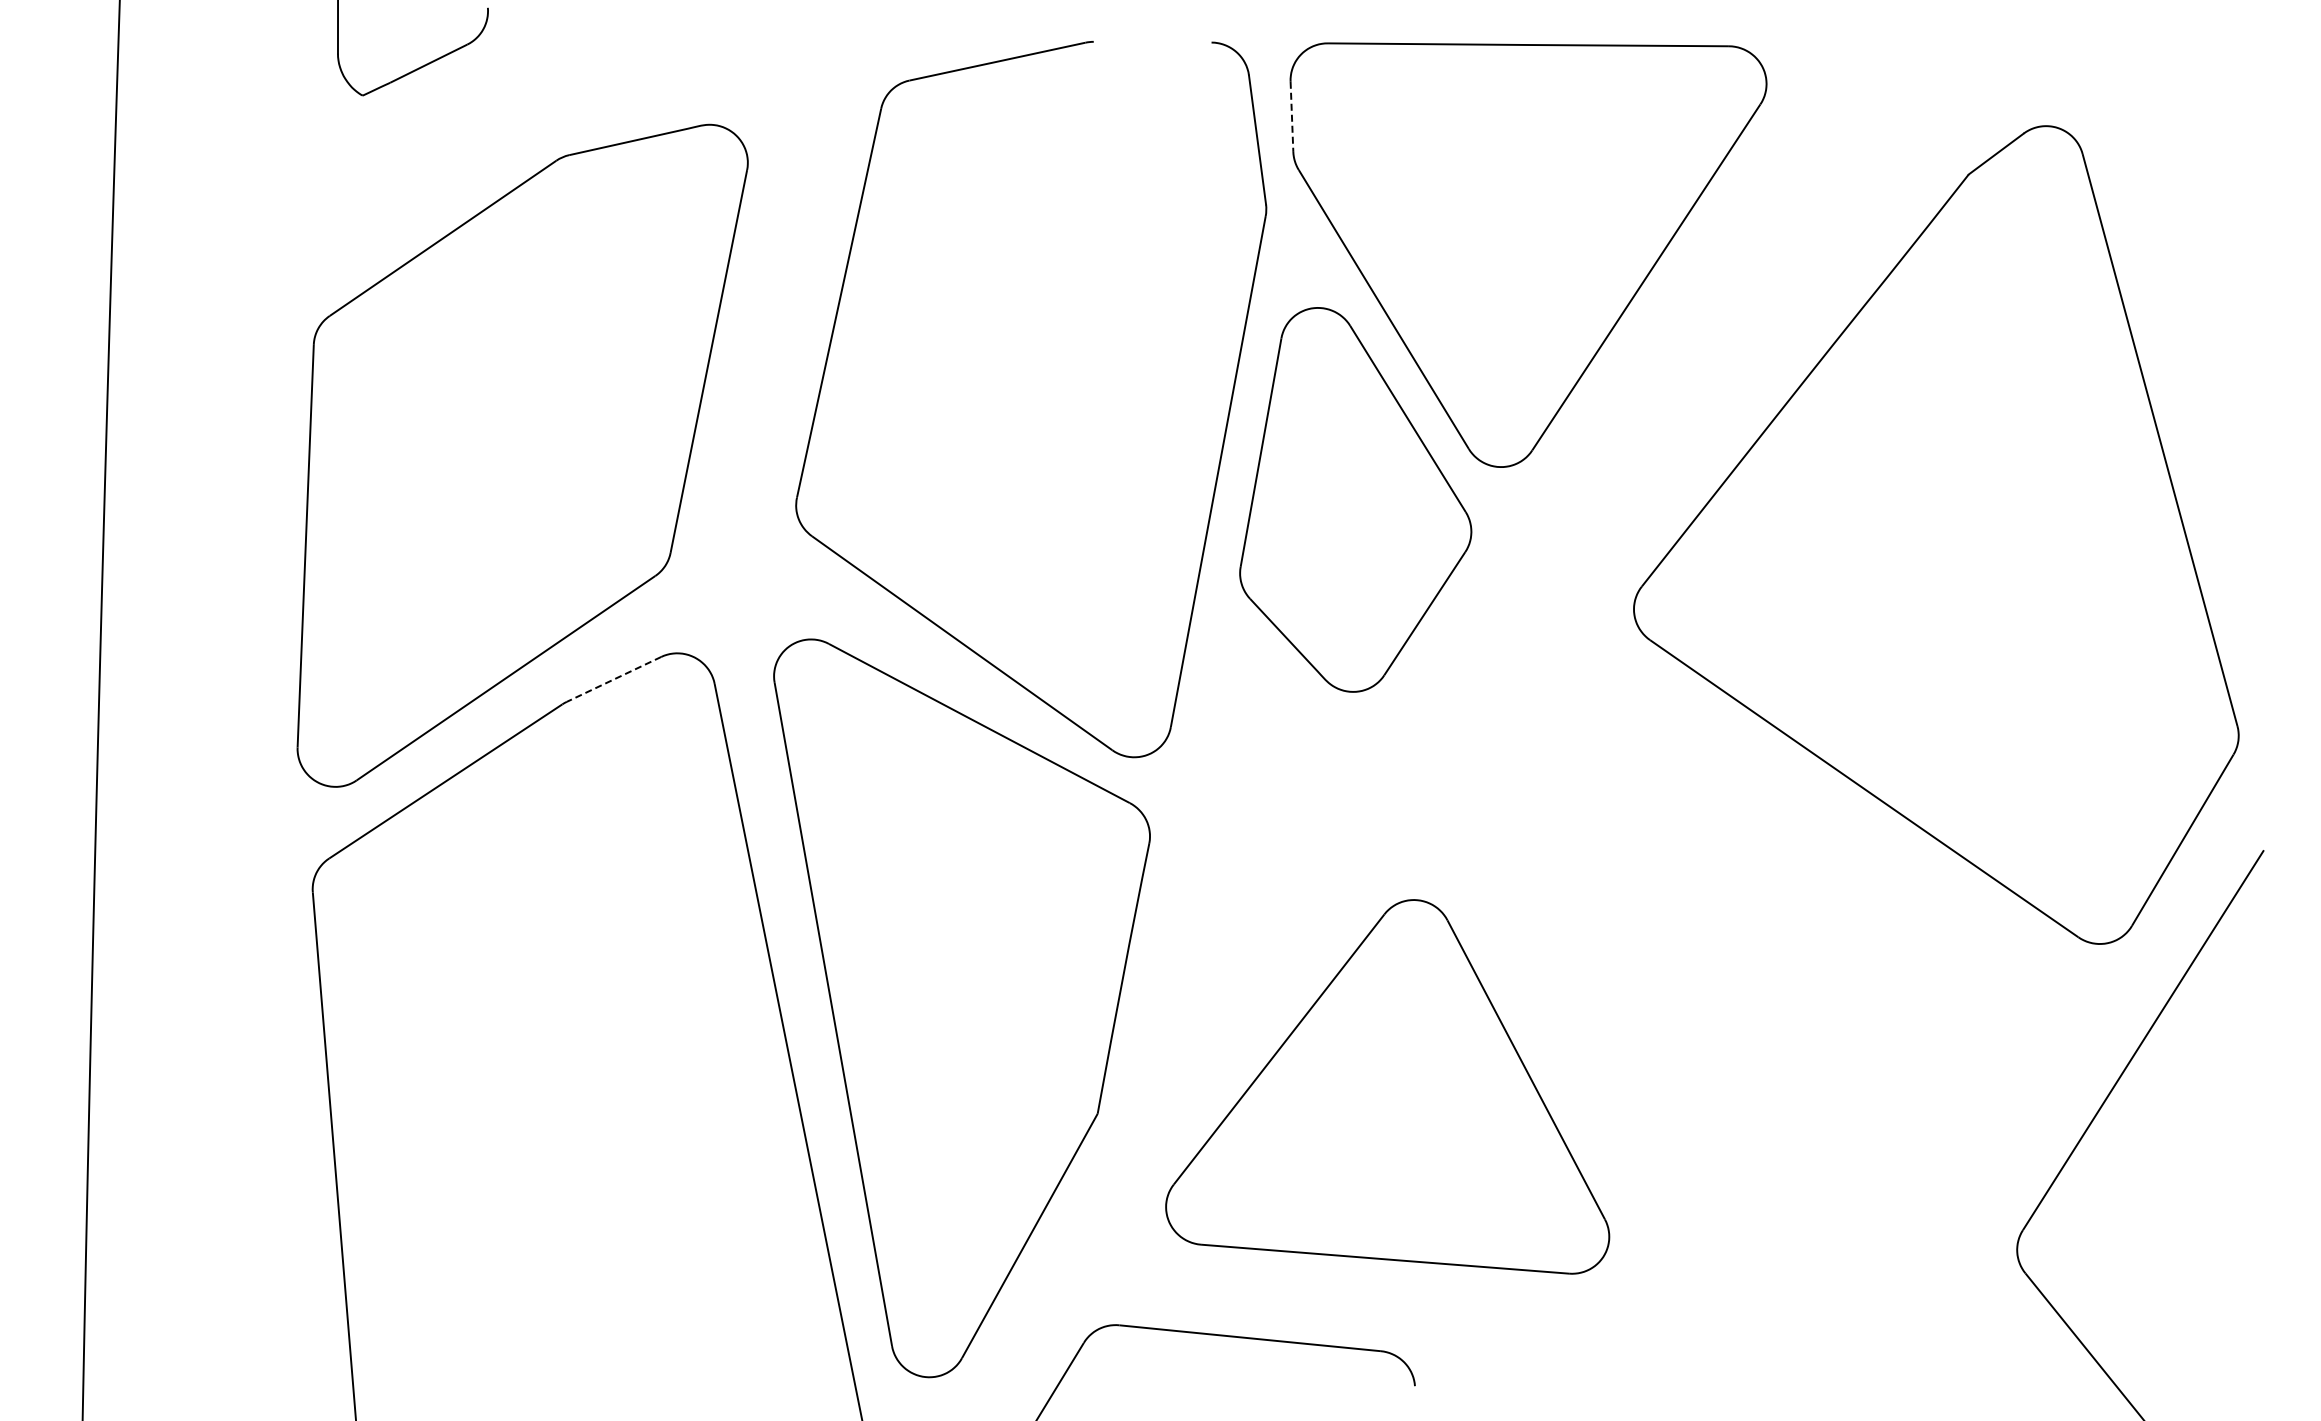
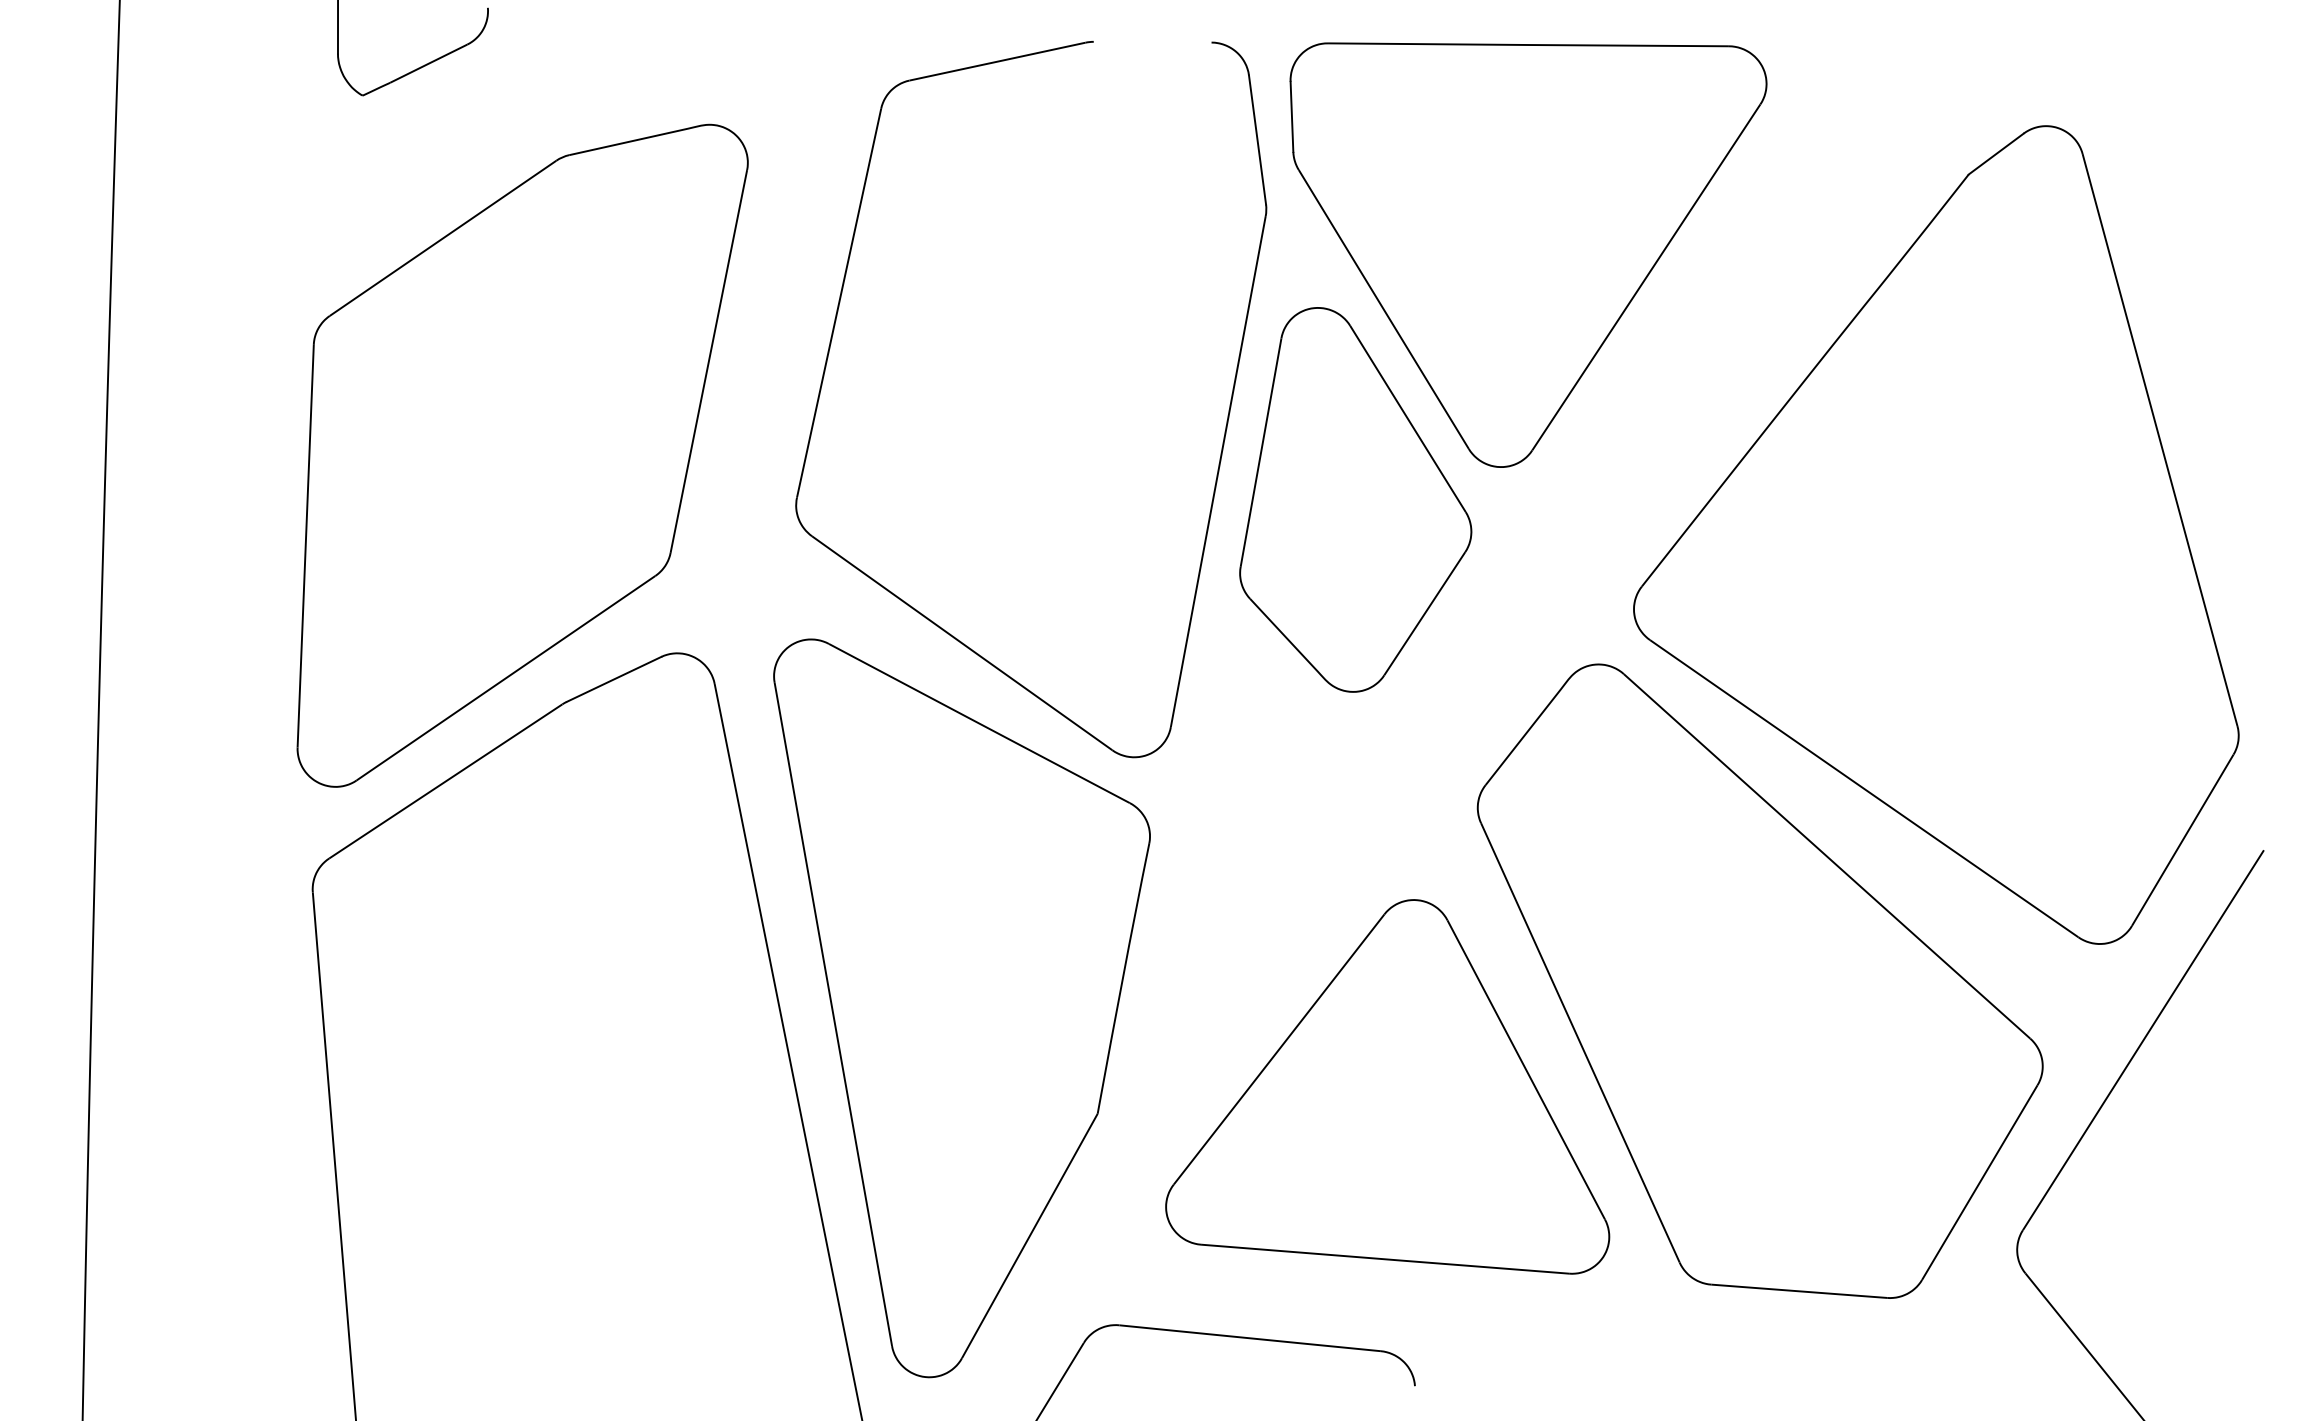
line at (1291, 117): dashed -> solid
line at (613, 679): dashed -> solid
part at (1759, 980): none -> present
